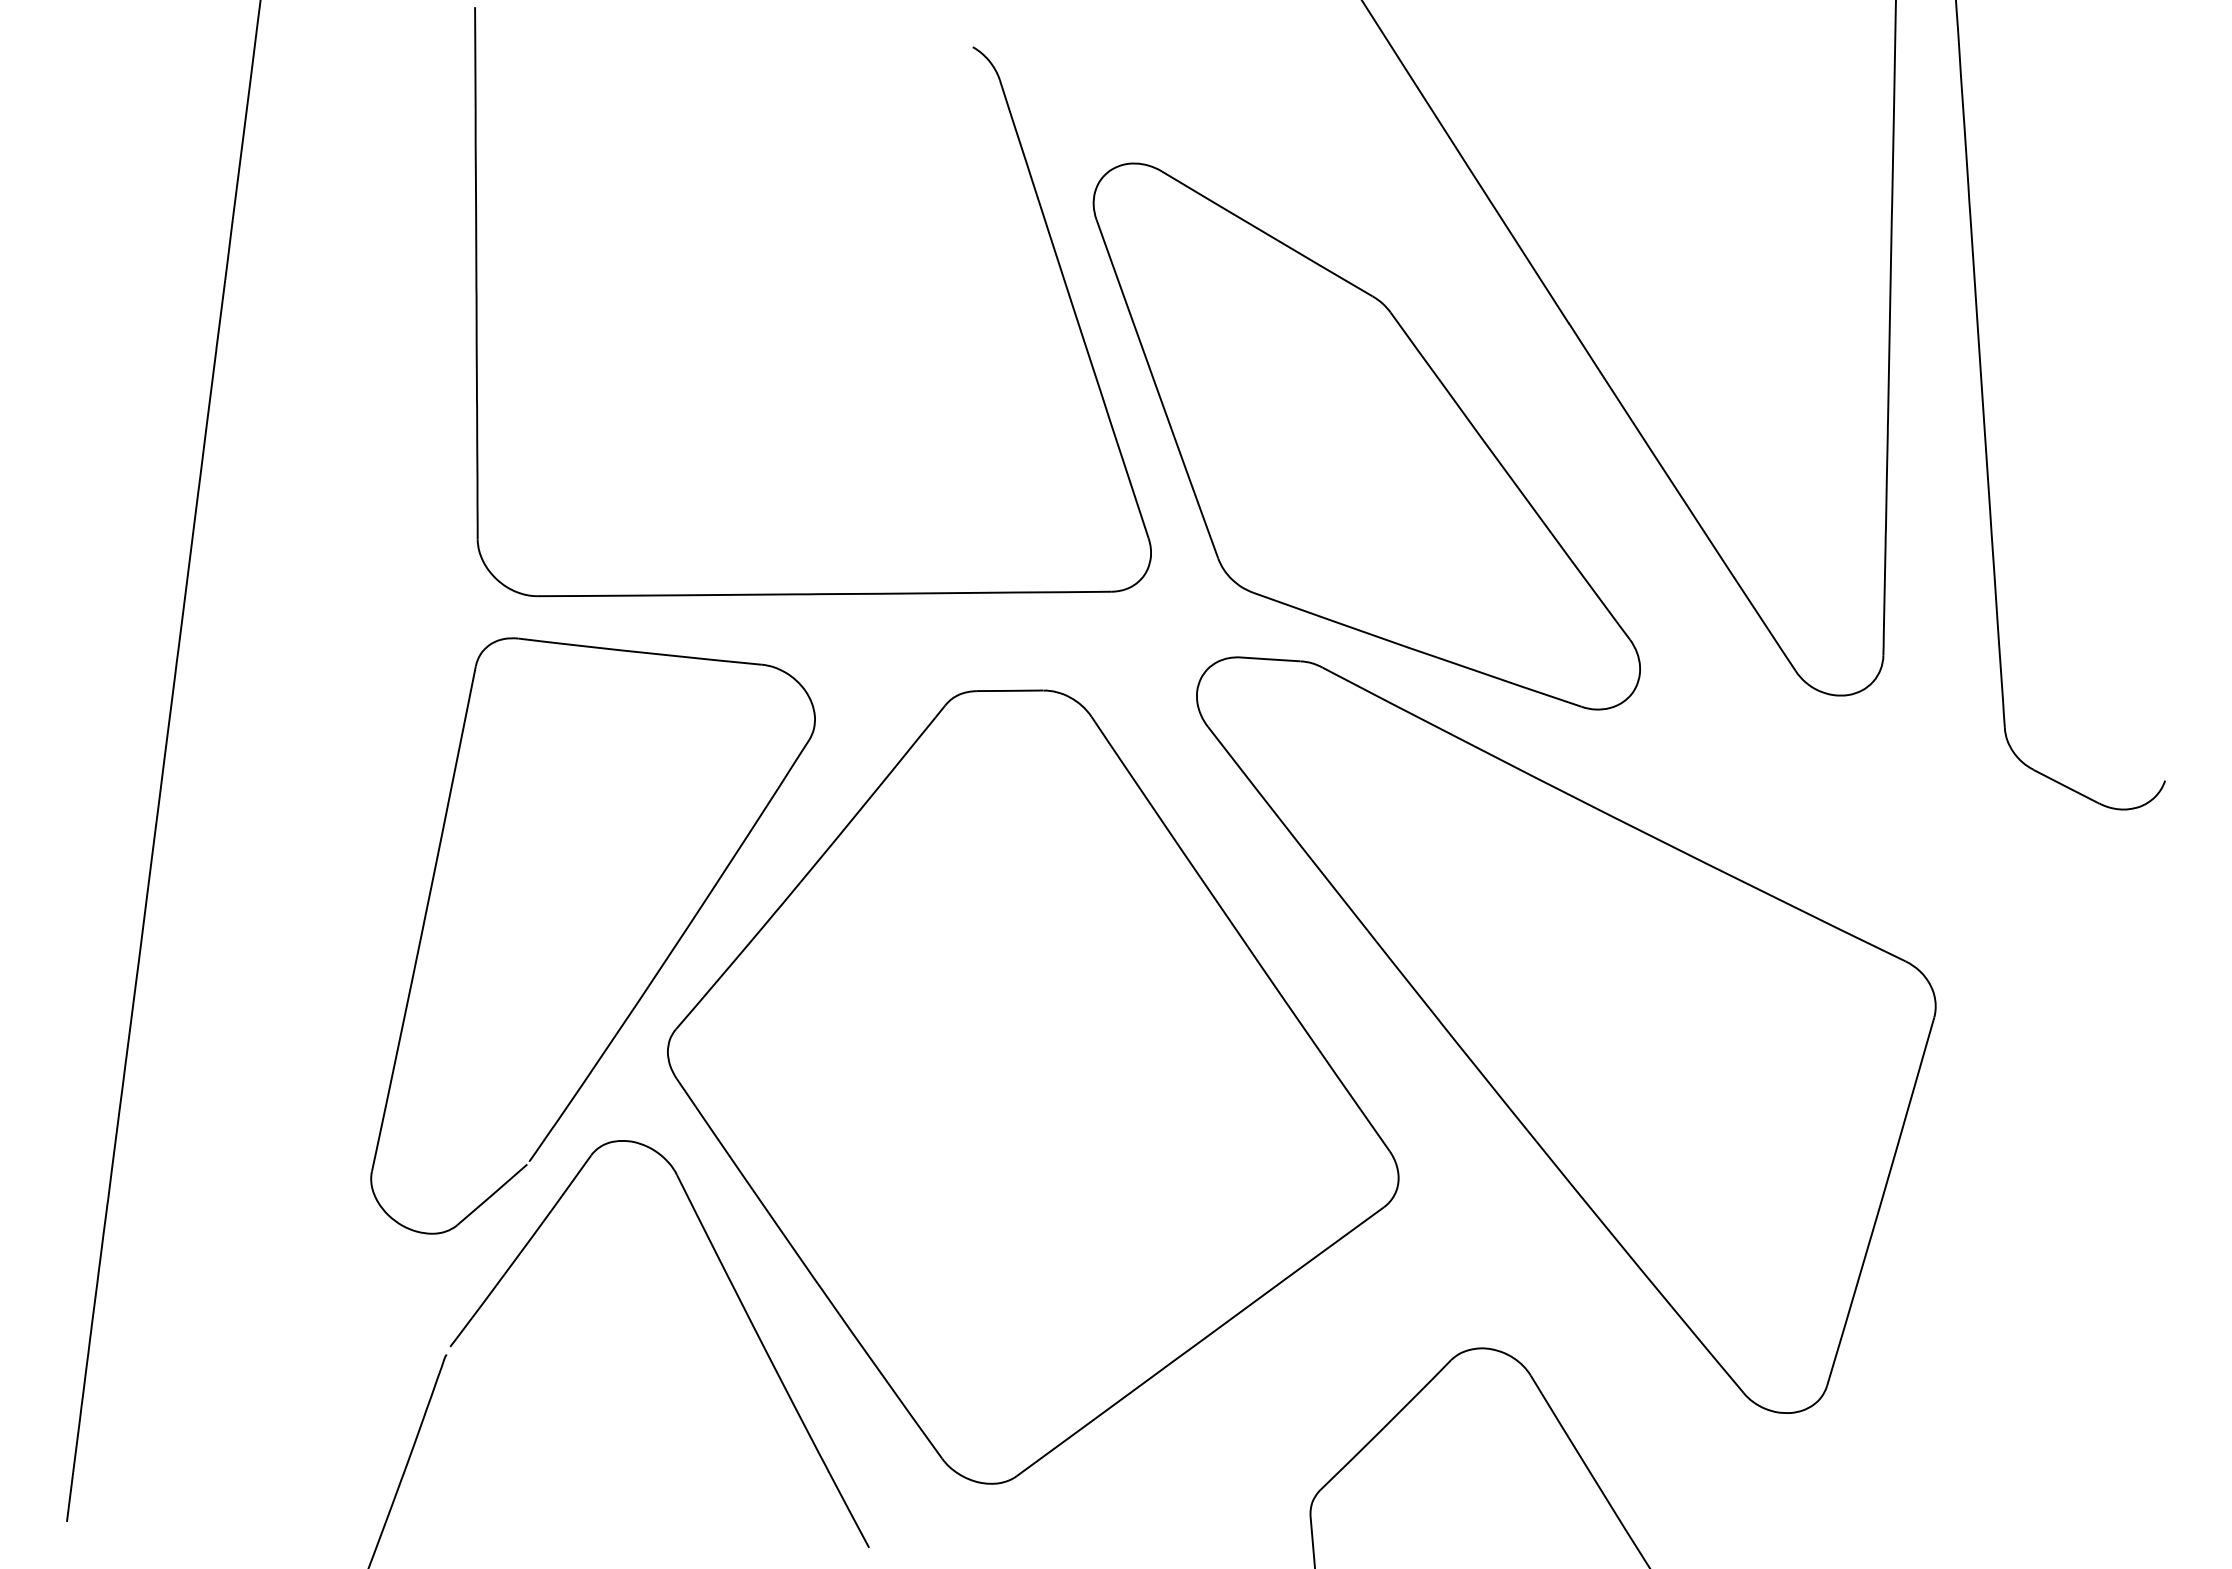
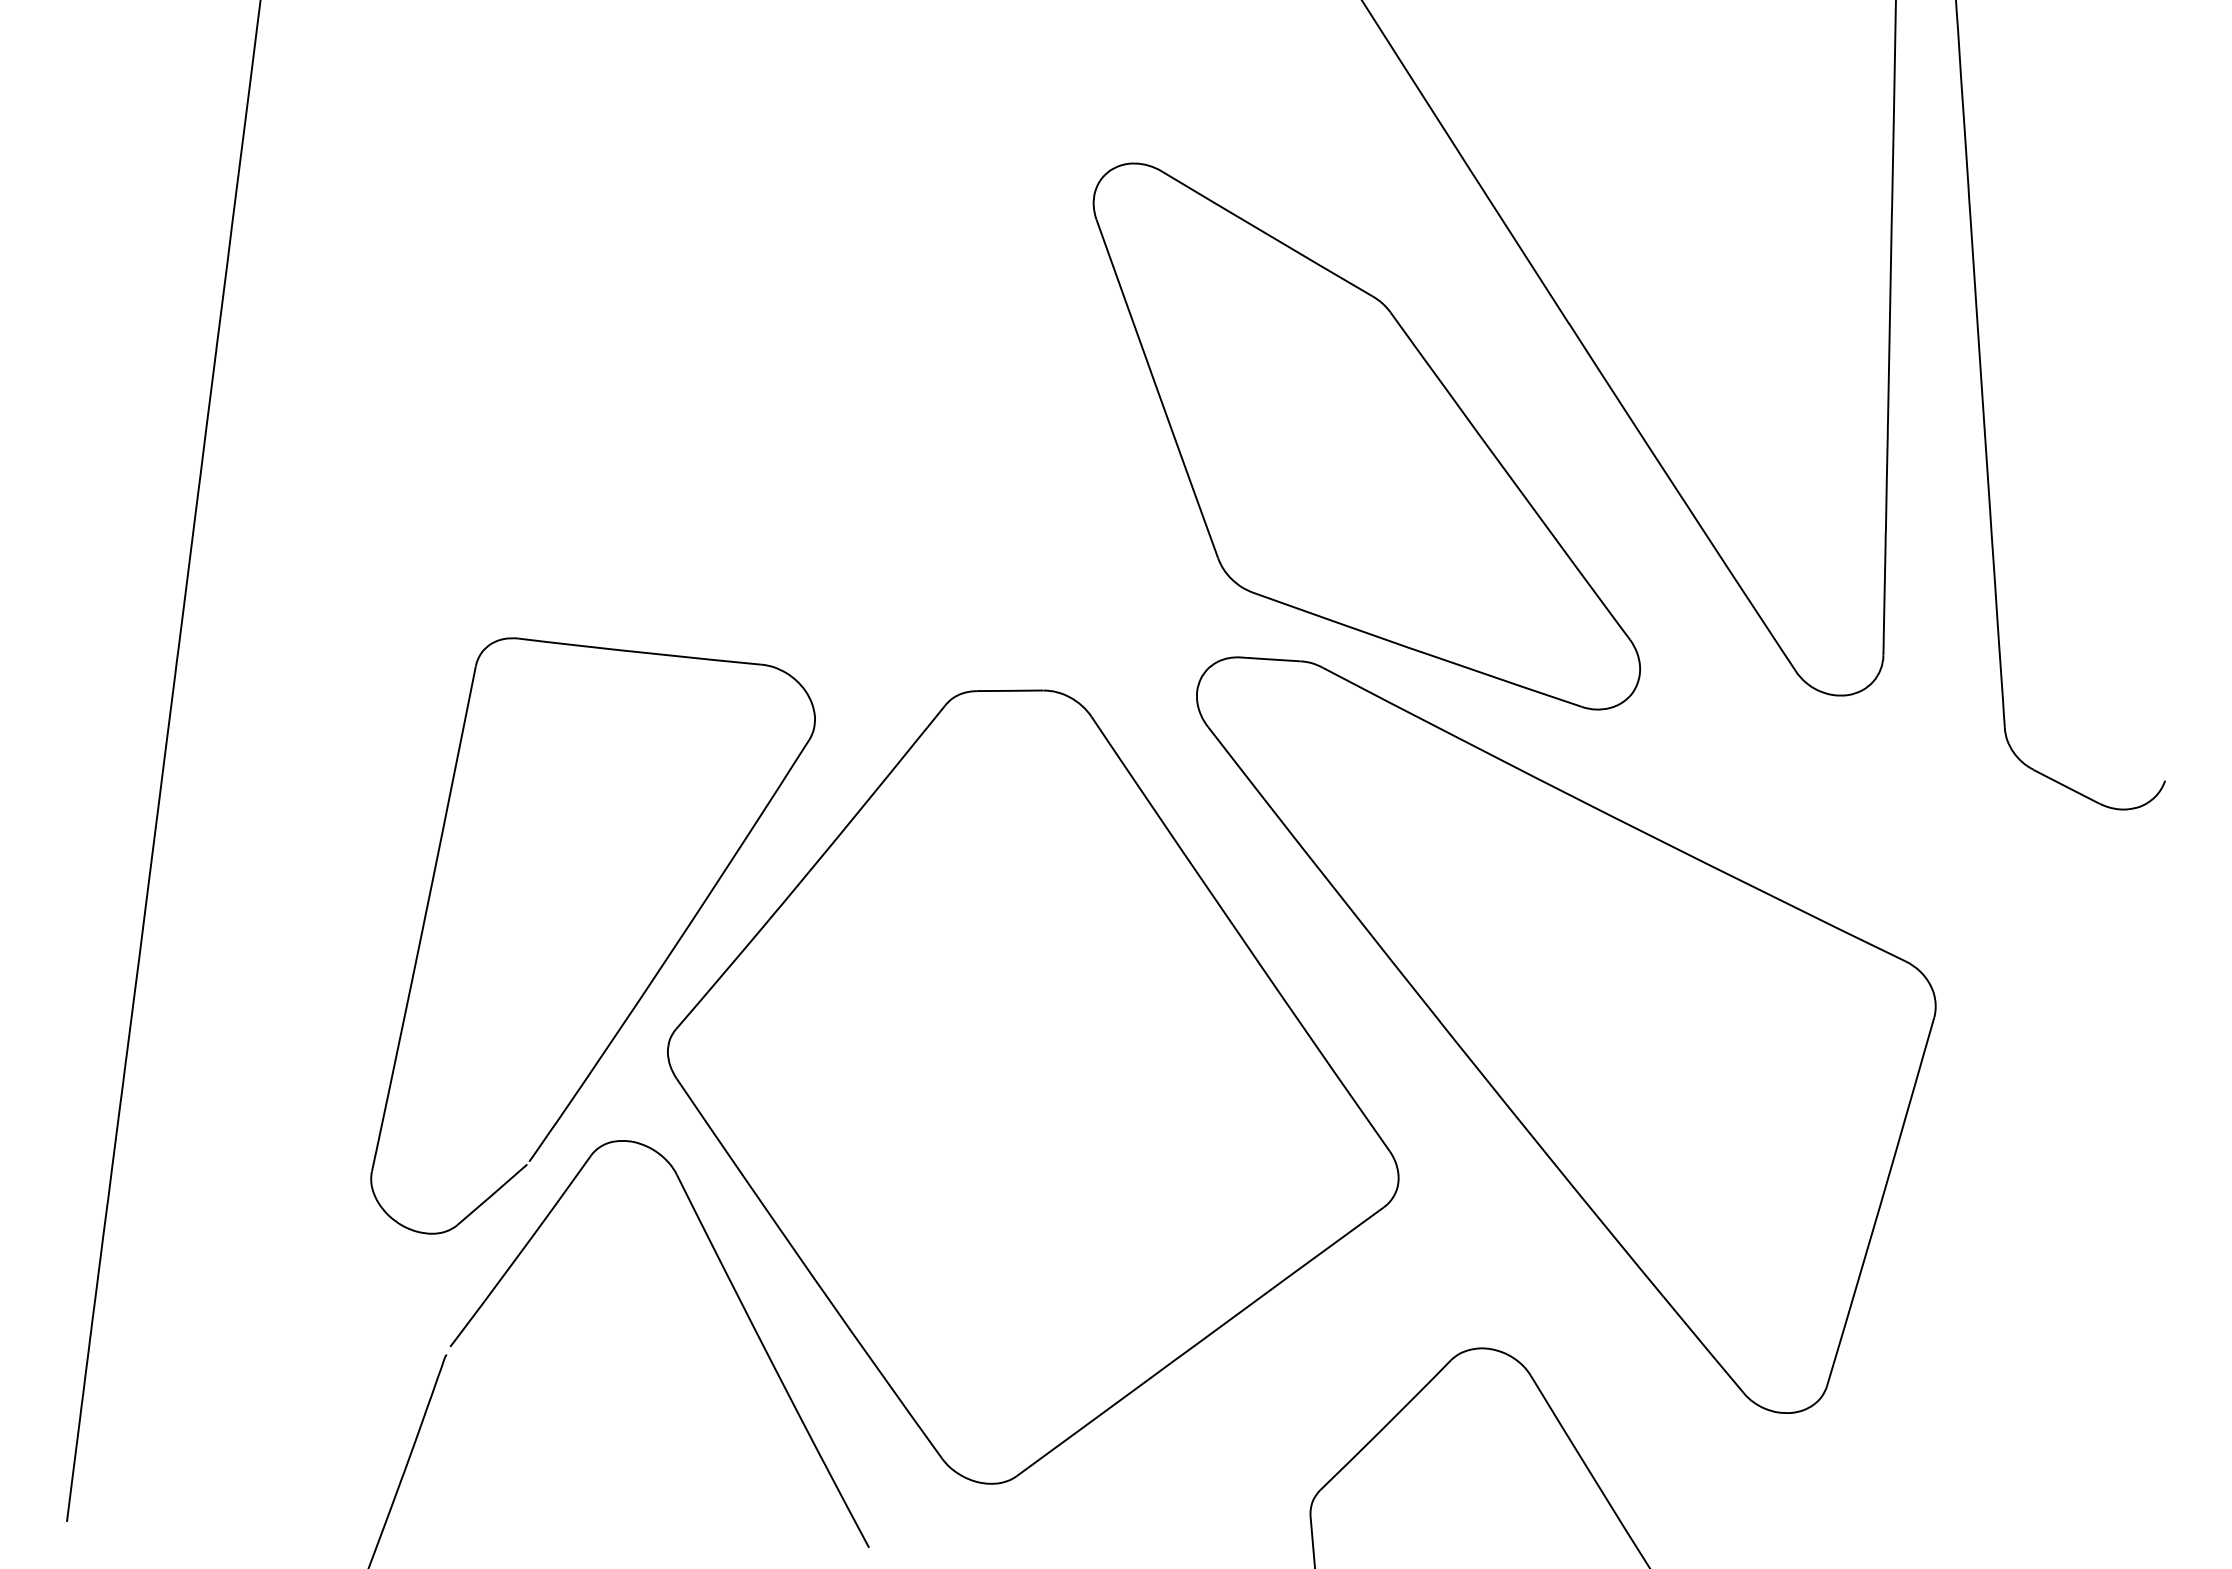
part at (1045, 225): present -> none
